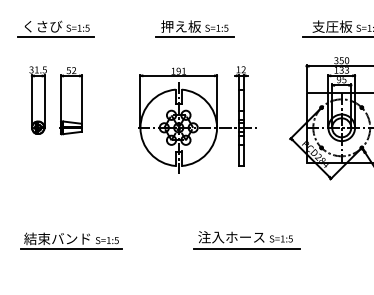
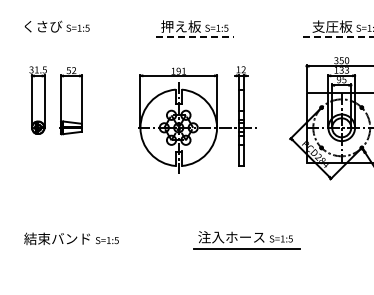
line at (55, 36): present -> none
line at (194, 36): solid -> dashed
line at (338, 36): solid -> dashed
line at (71, 248): present -> none
